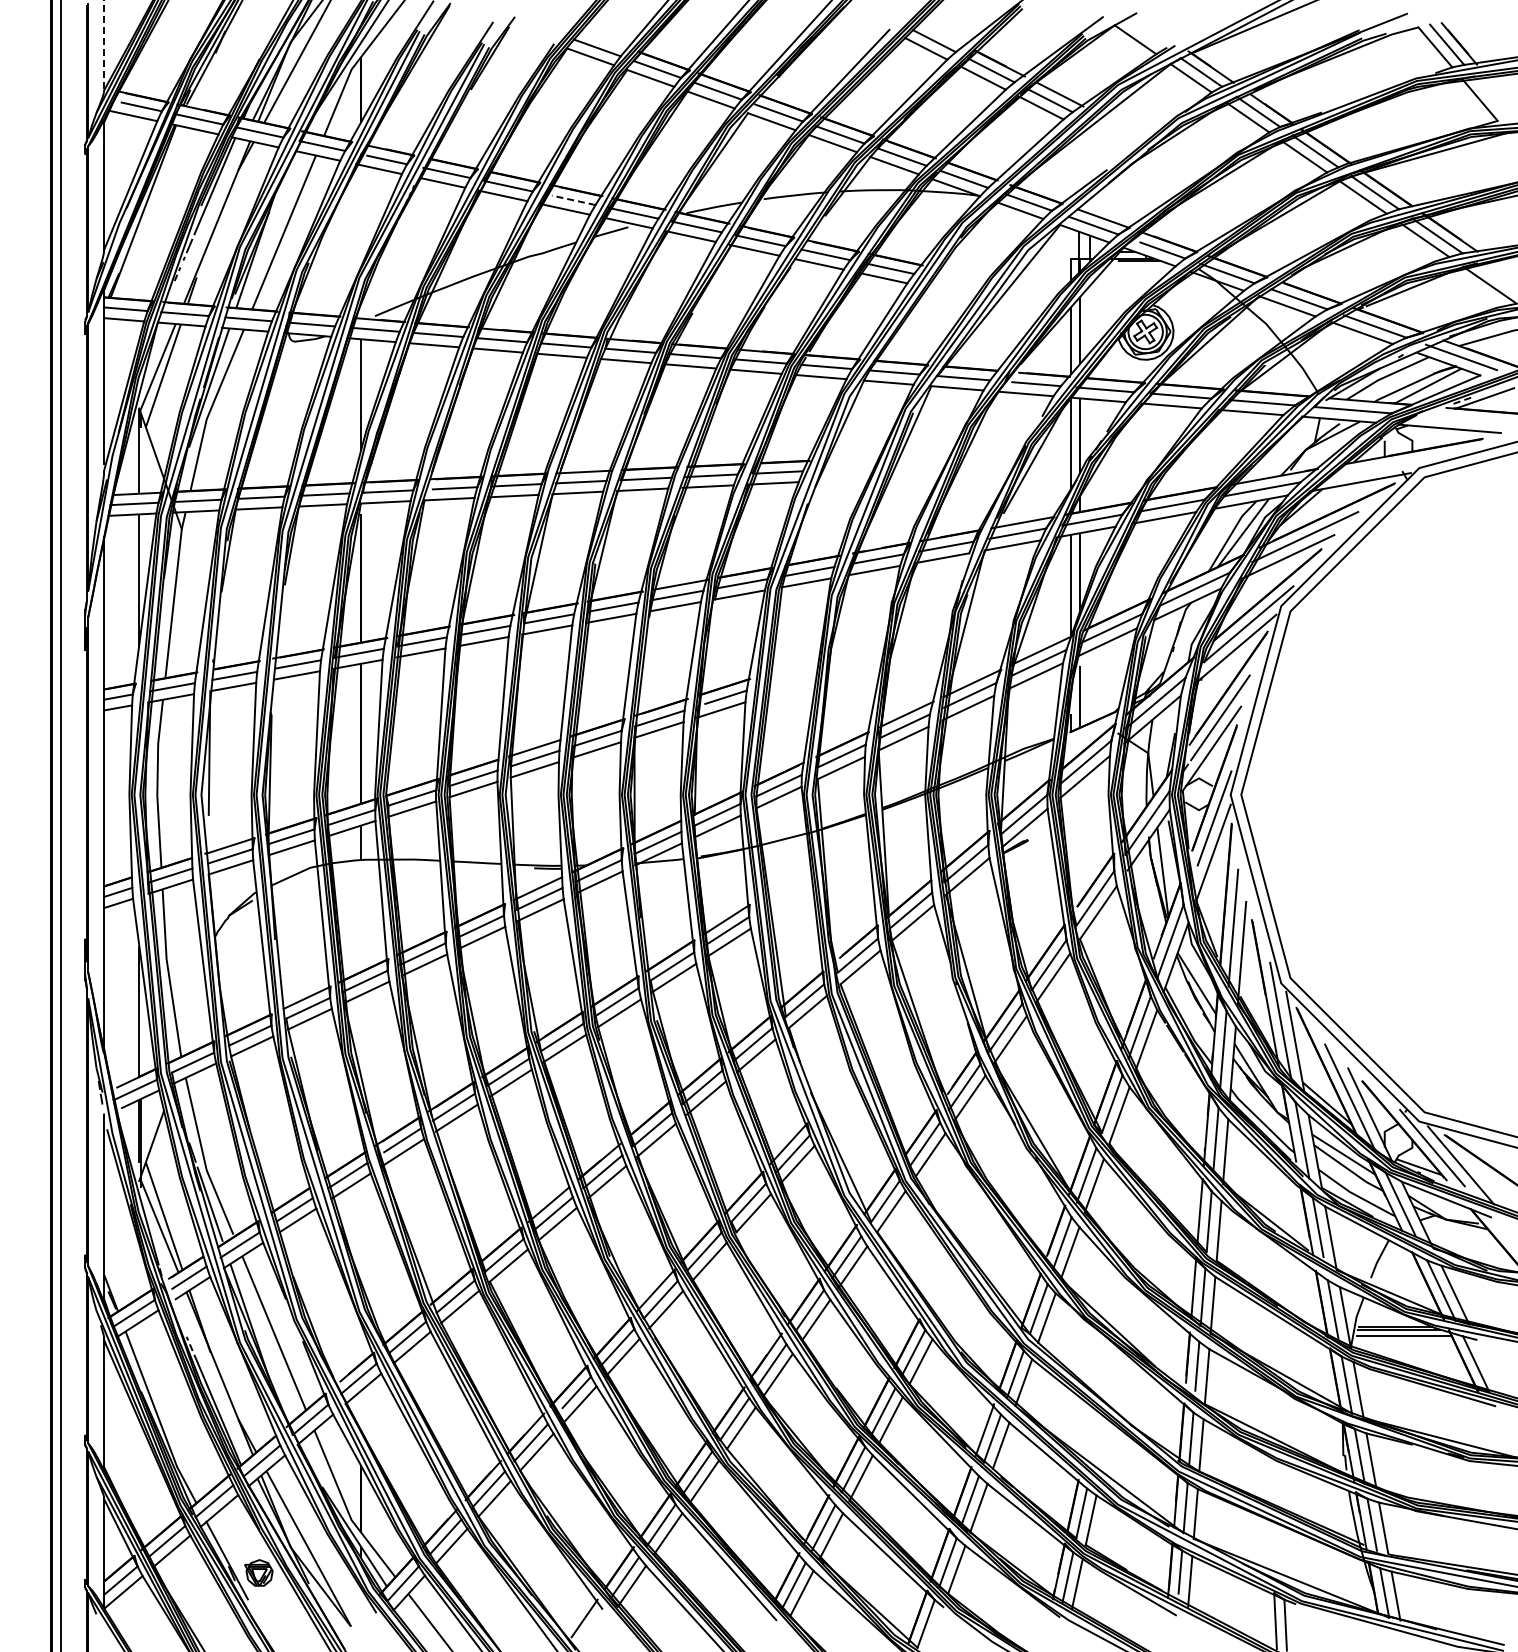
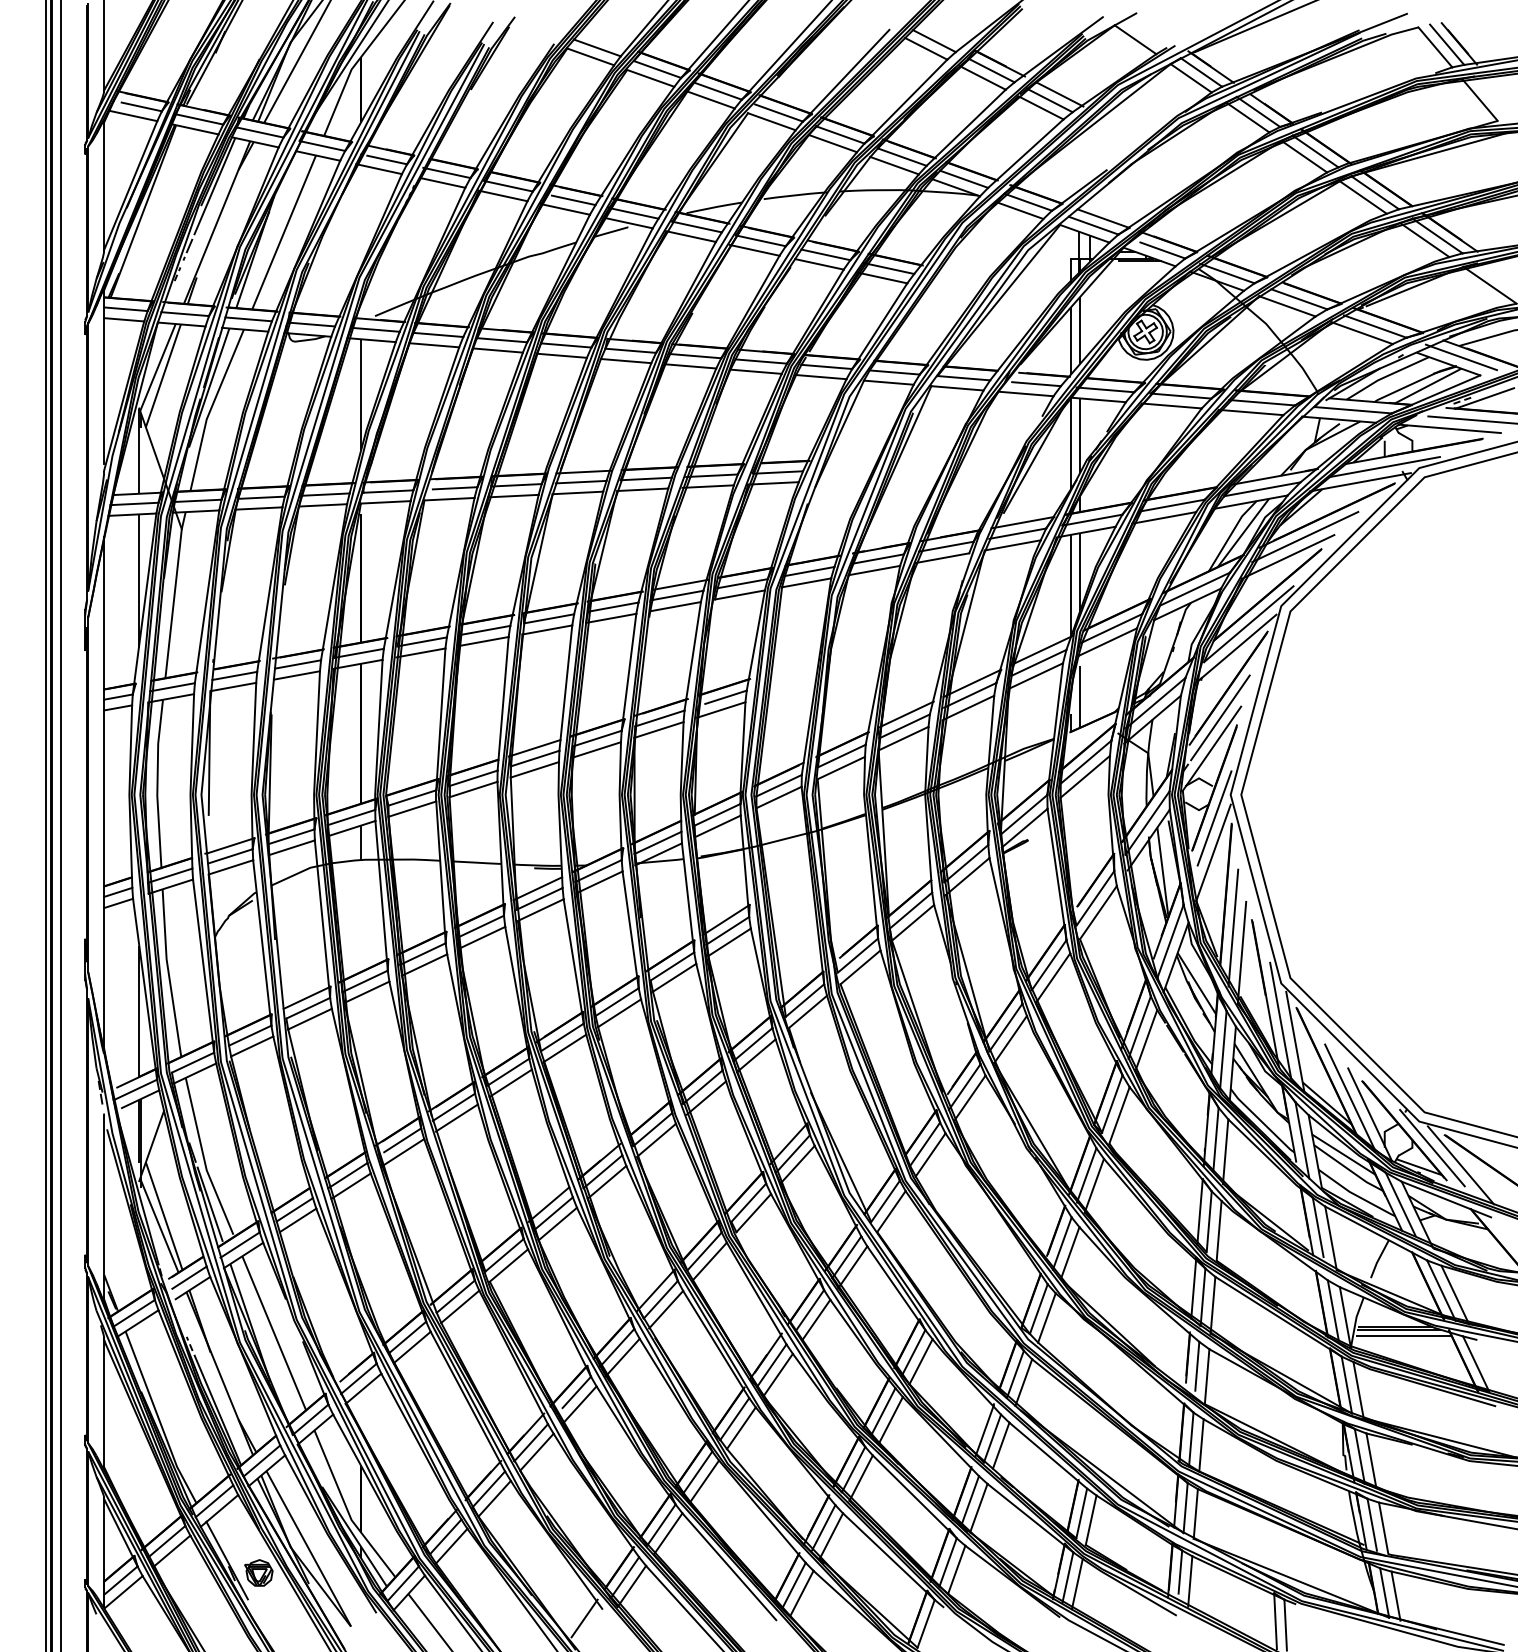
line at (104, 46): dashed -> solid
line at (573, 200): dashed -> solid
line at (1471, 419): none -> present
line at (1384, 466): none -> present
line at (45, 825): none -> present
